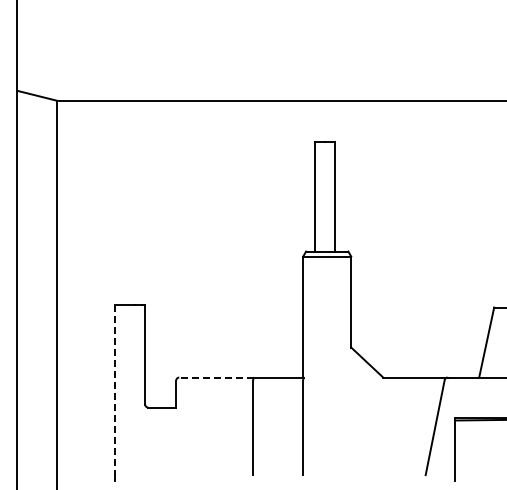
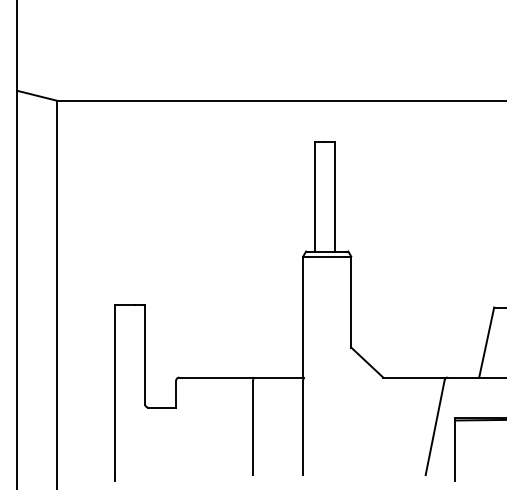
line at (215, 377): dashed -> solid
line at (115, 389): dashed -> solid
